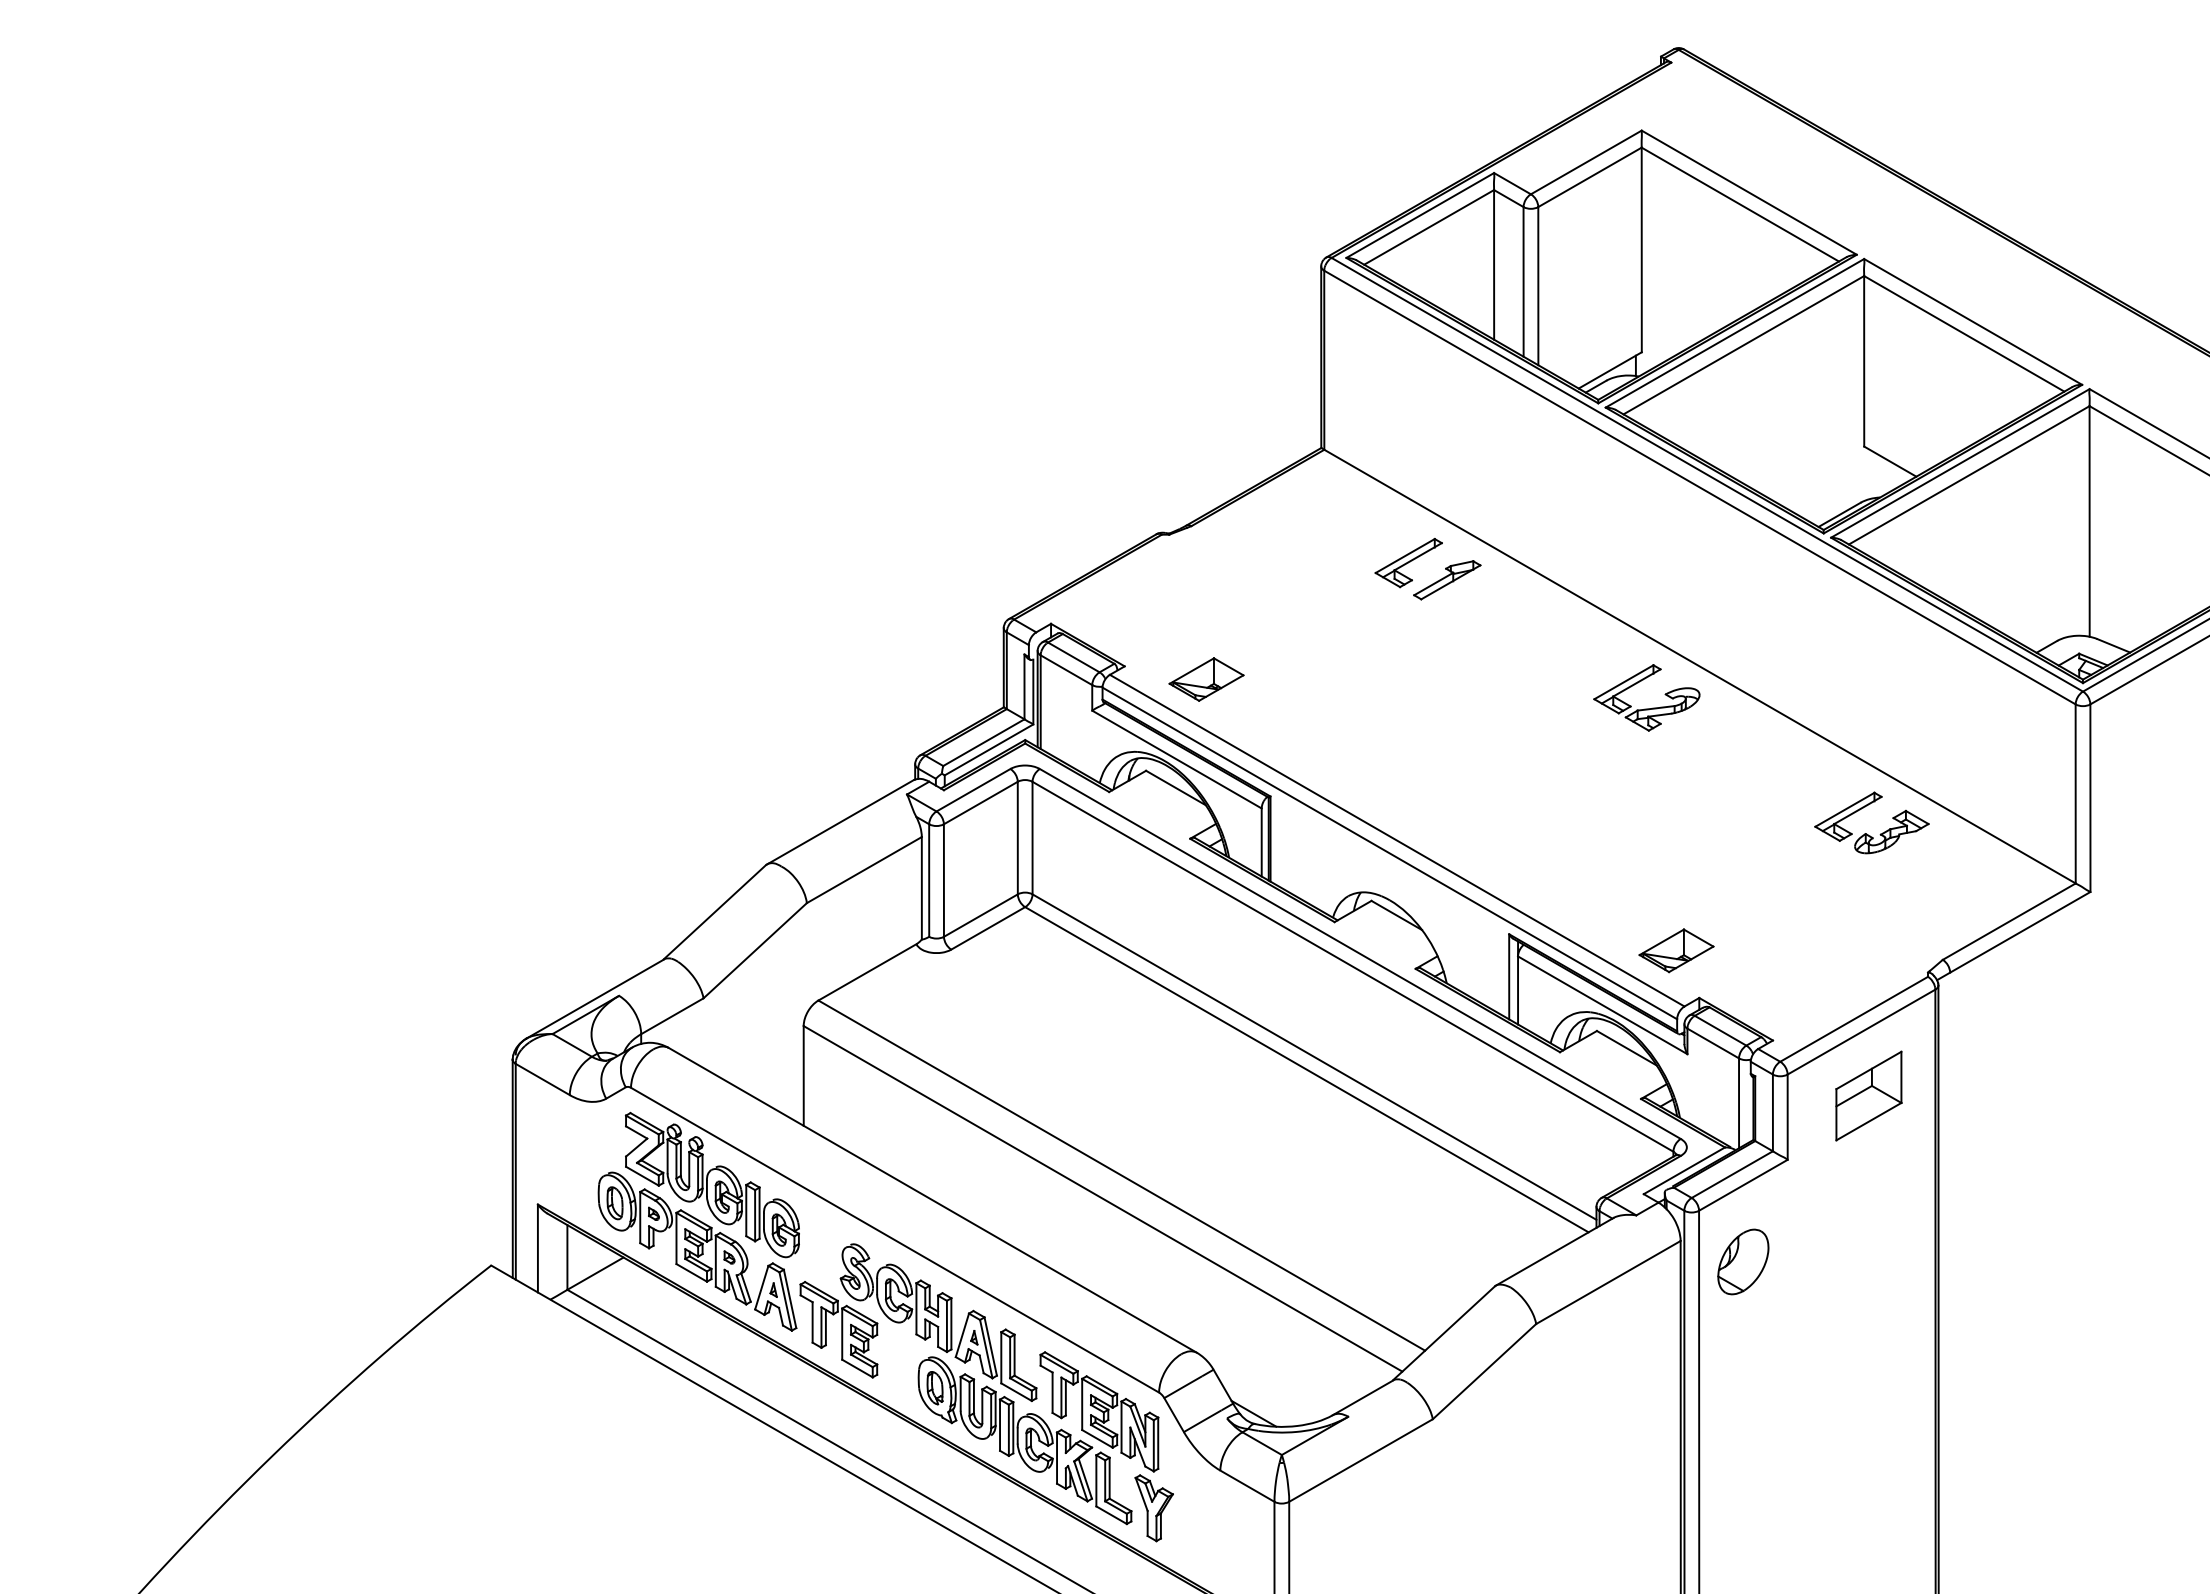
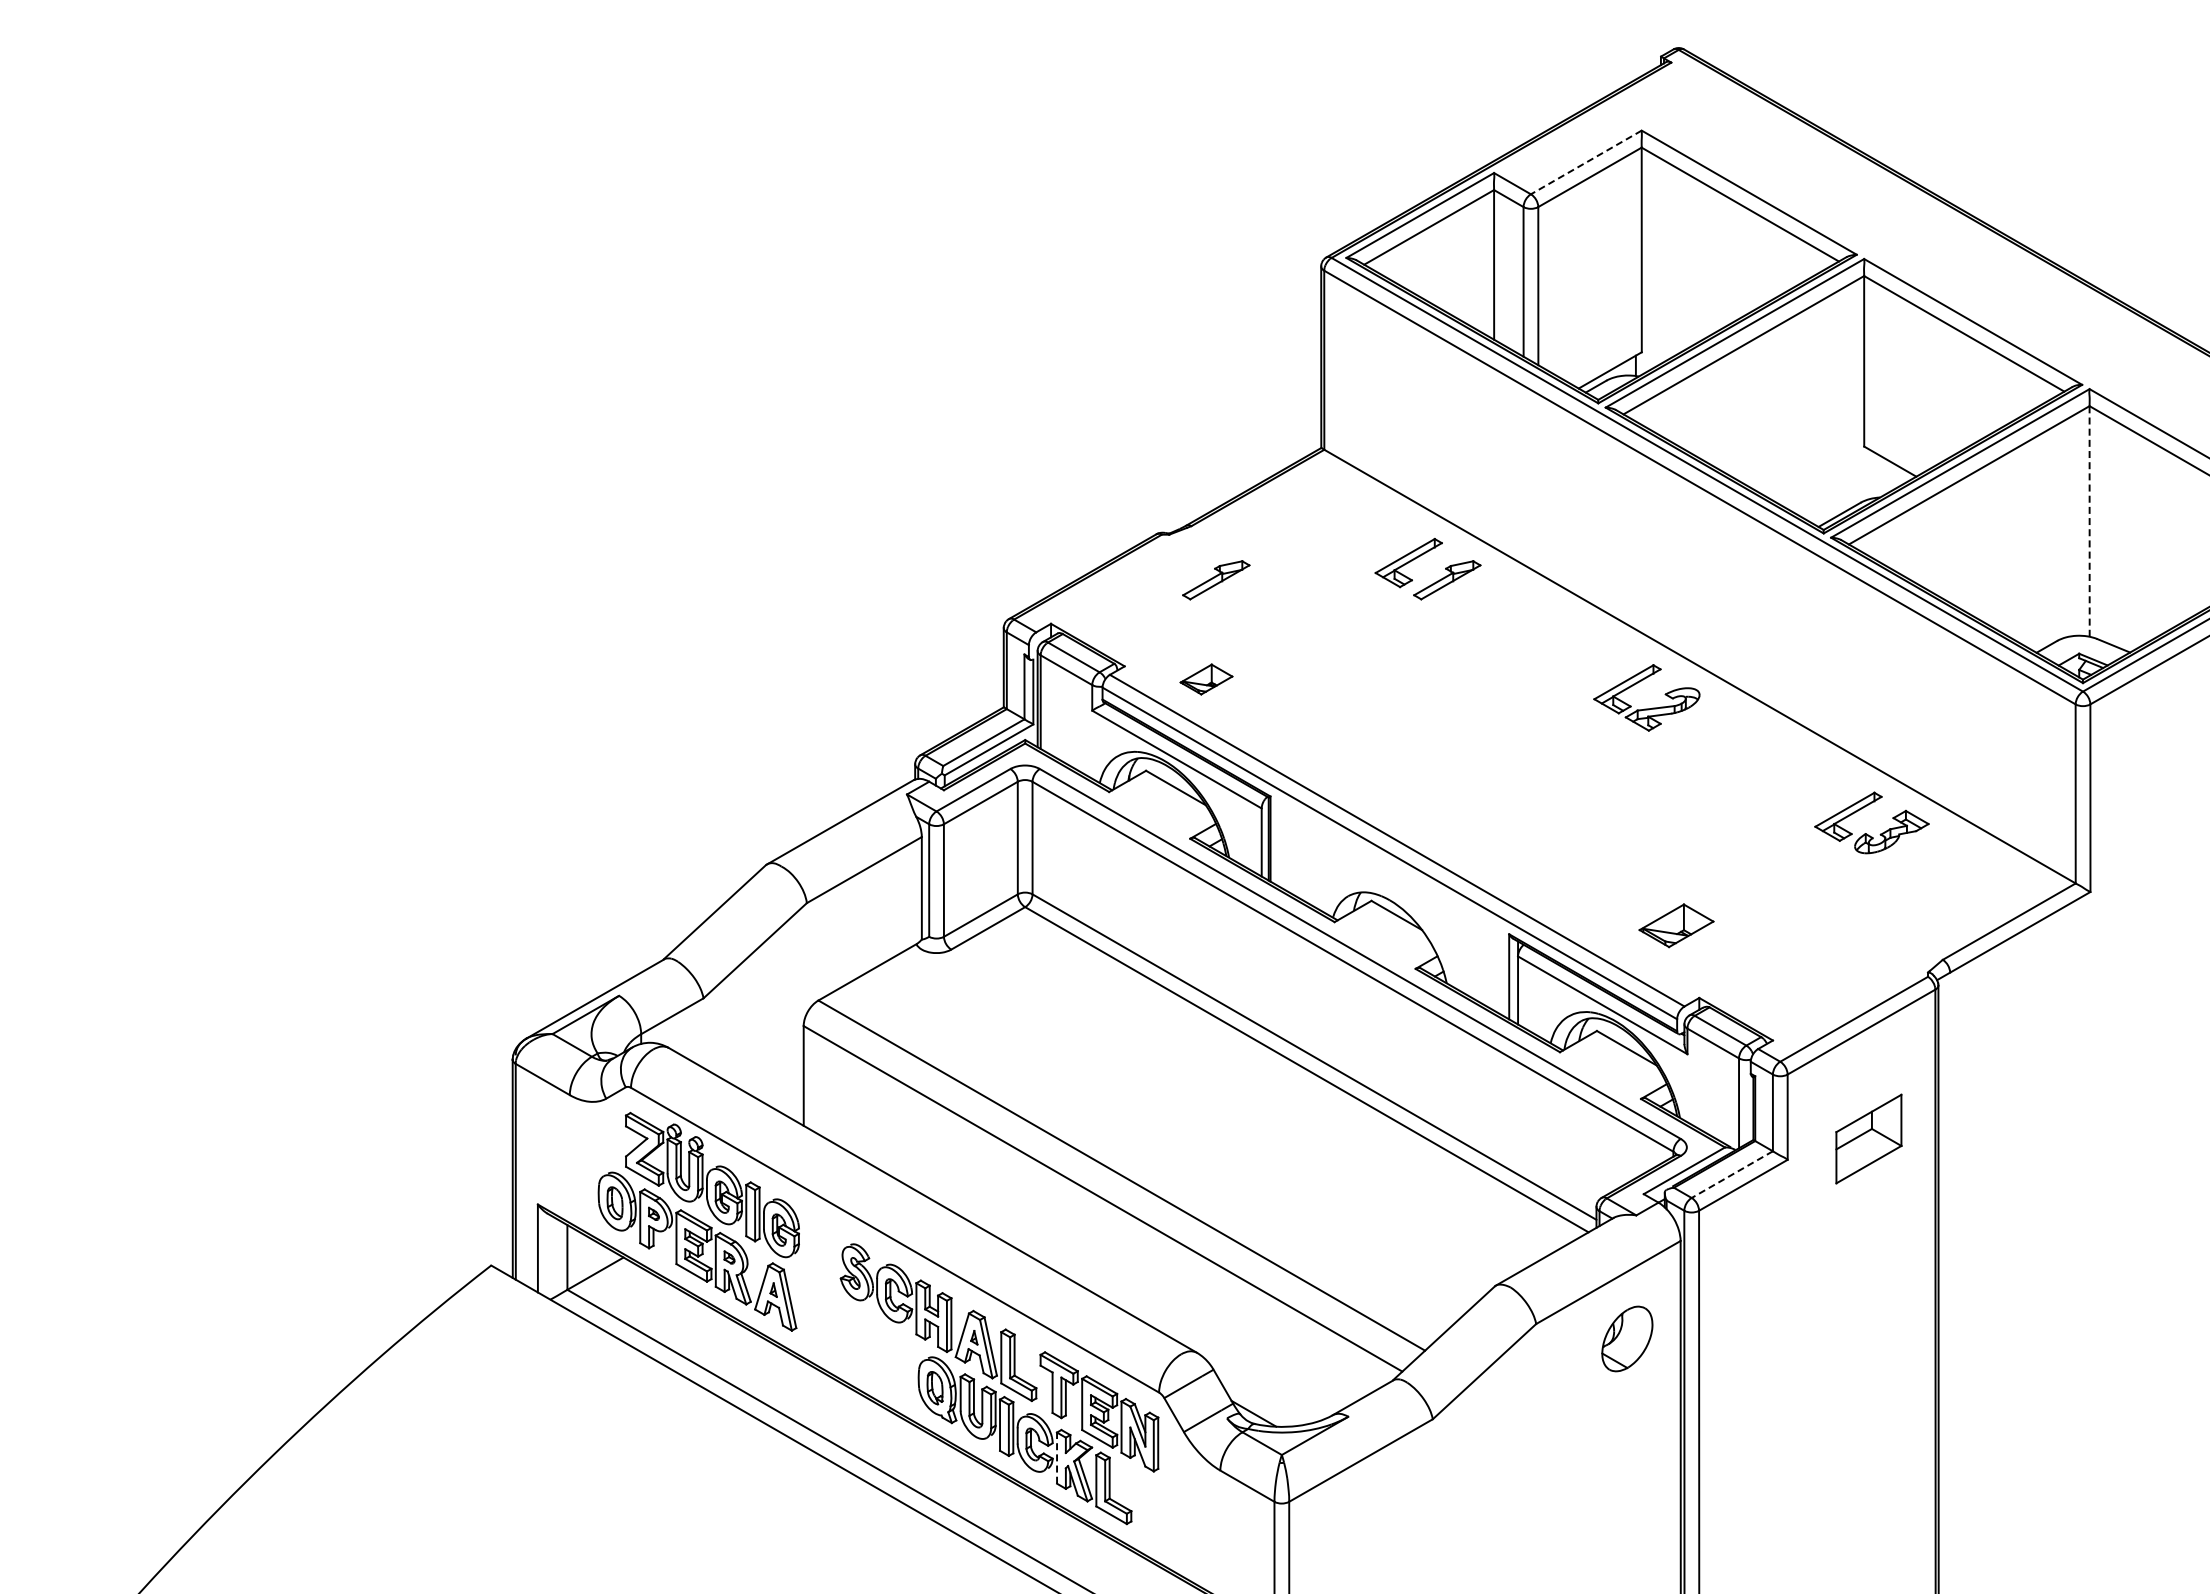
line at (1586, 162): solid -> dashed
line at (2089, 520): solid -> dashed
part at (1216, 580): none -> present
part at (1206, 679) size: 77x45 px -> 55x33 px
part at (1676, 950) position: (1676, 950) -> (1676, 925)
part at (1868, 1095) position: (1868, 1095) -> (1868, 1138)
line at (1732, 1174): solid -> dashed
part at (1743, 1261) position: (1743, 1261) -> (1627, 1338)
part at (838, 1329): present -> none
line at (1057, 1458): solid -> dashed
part at (1153, 1508): present -> none
